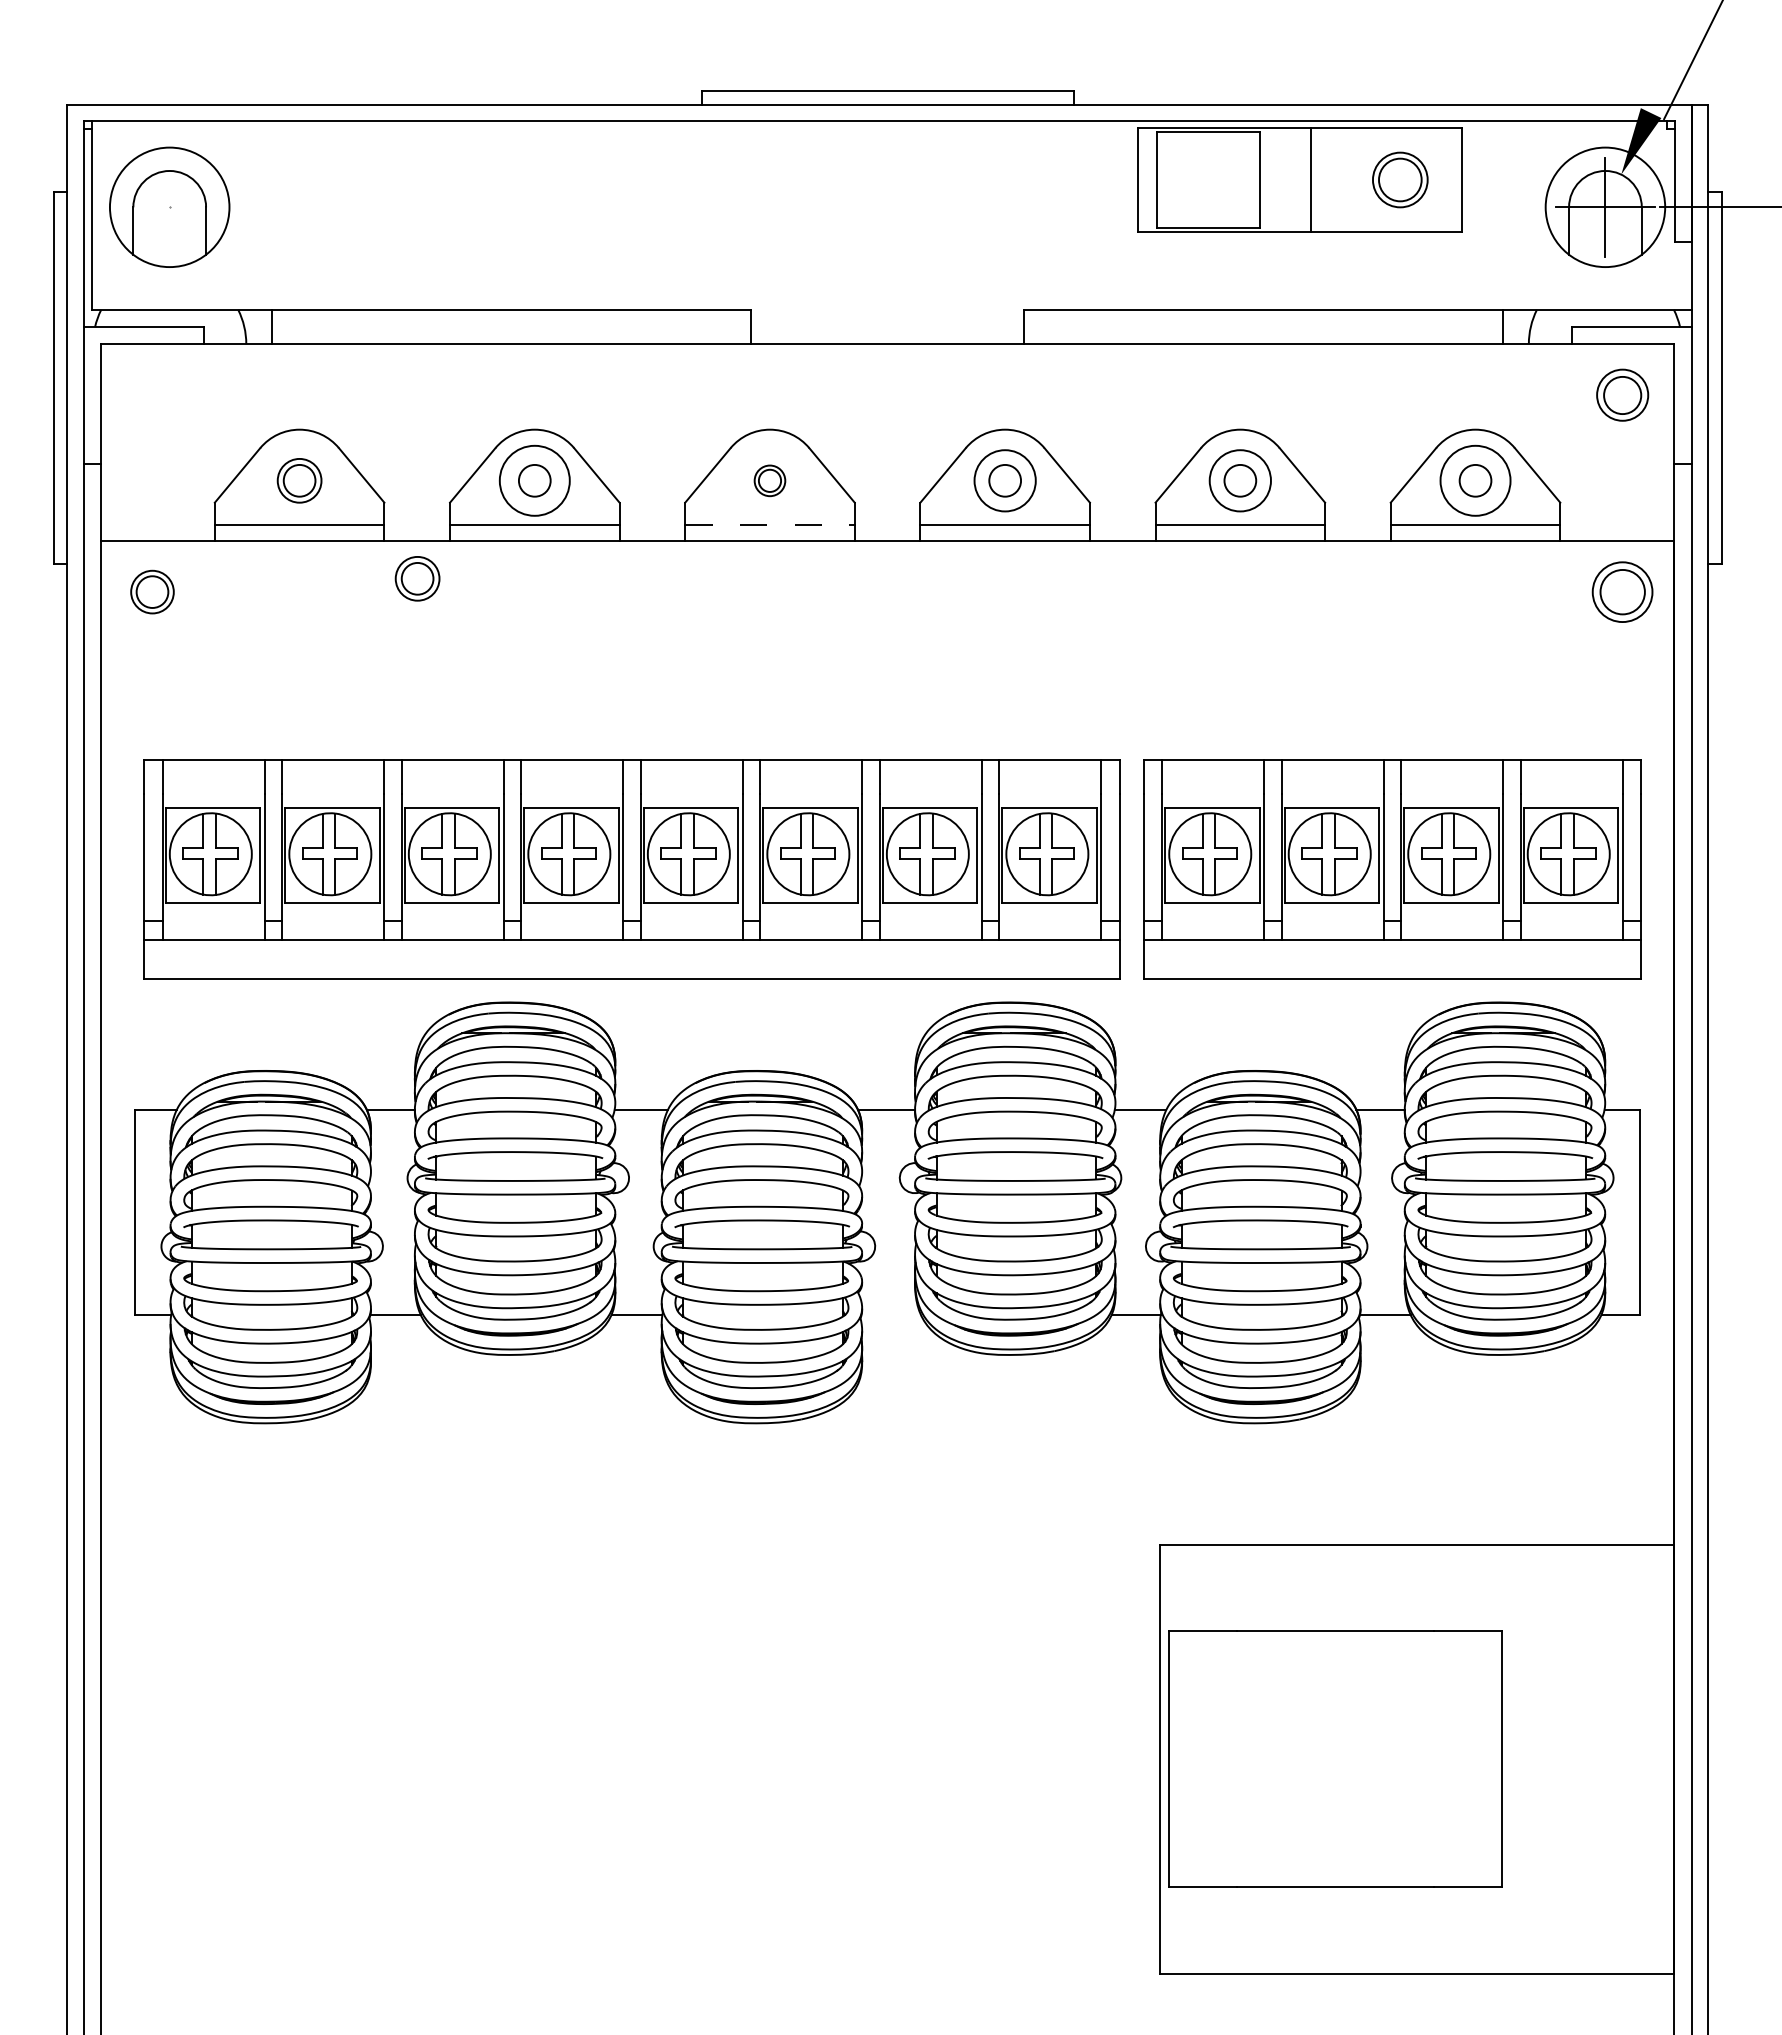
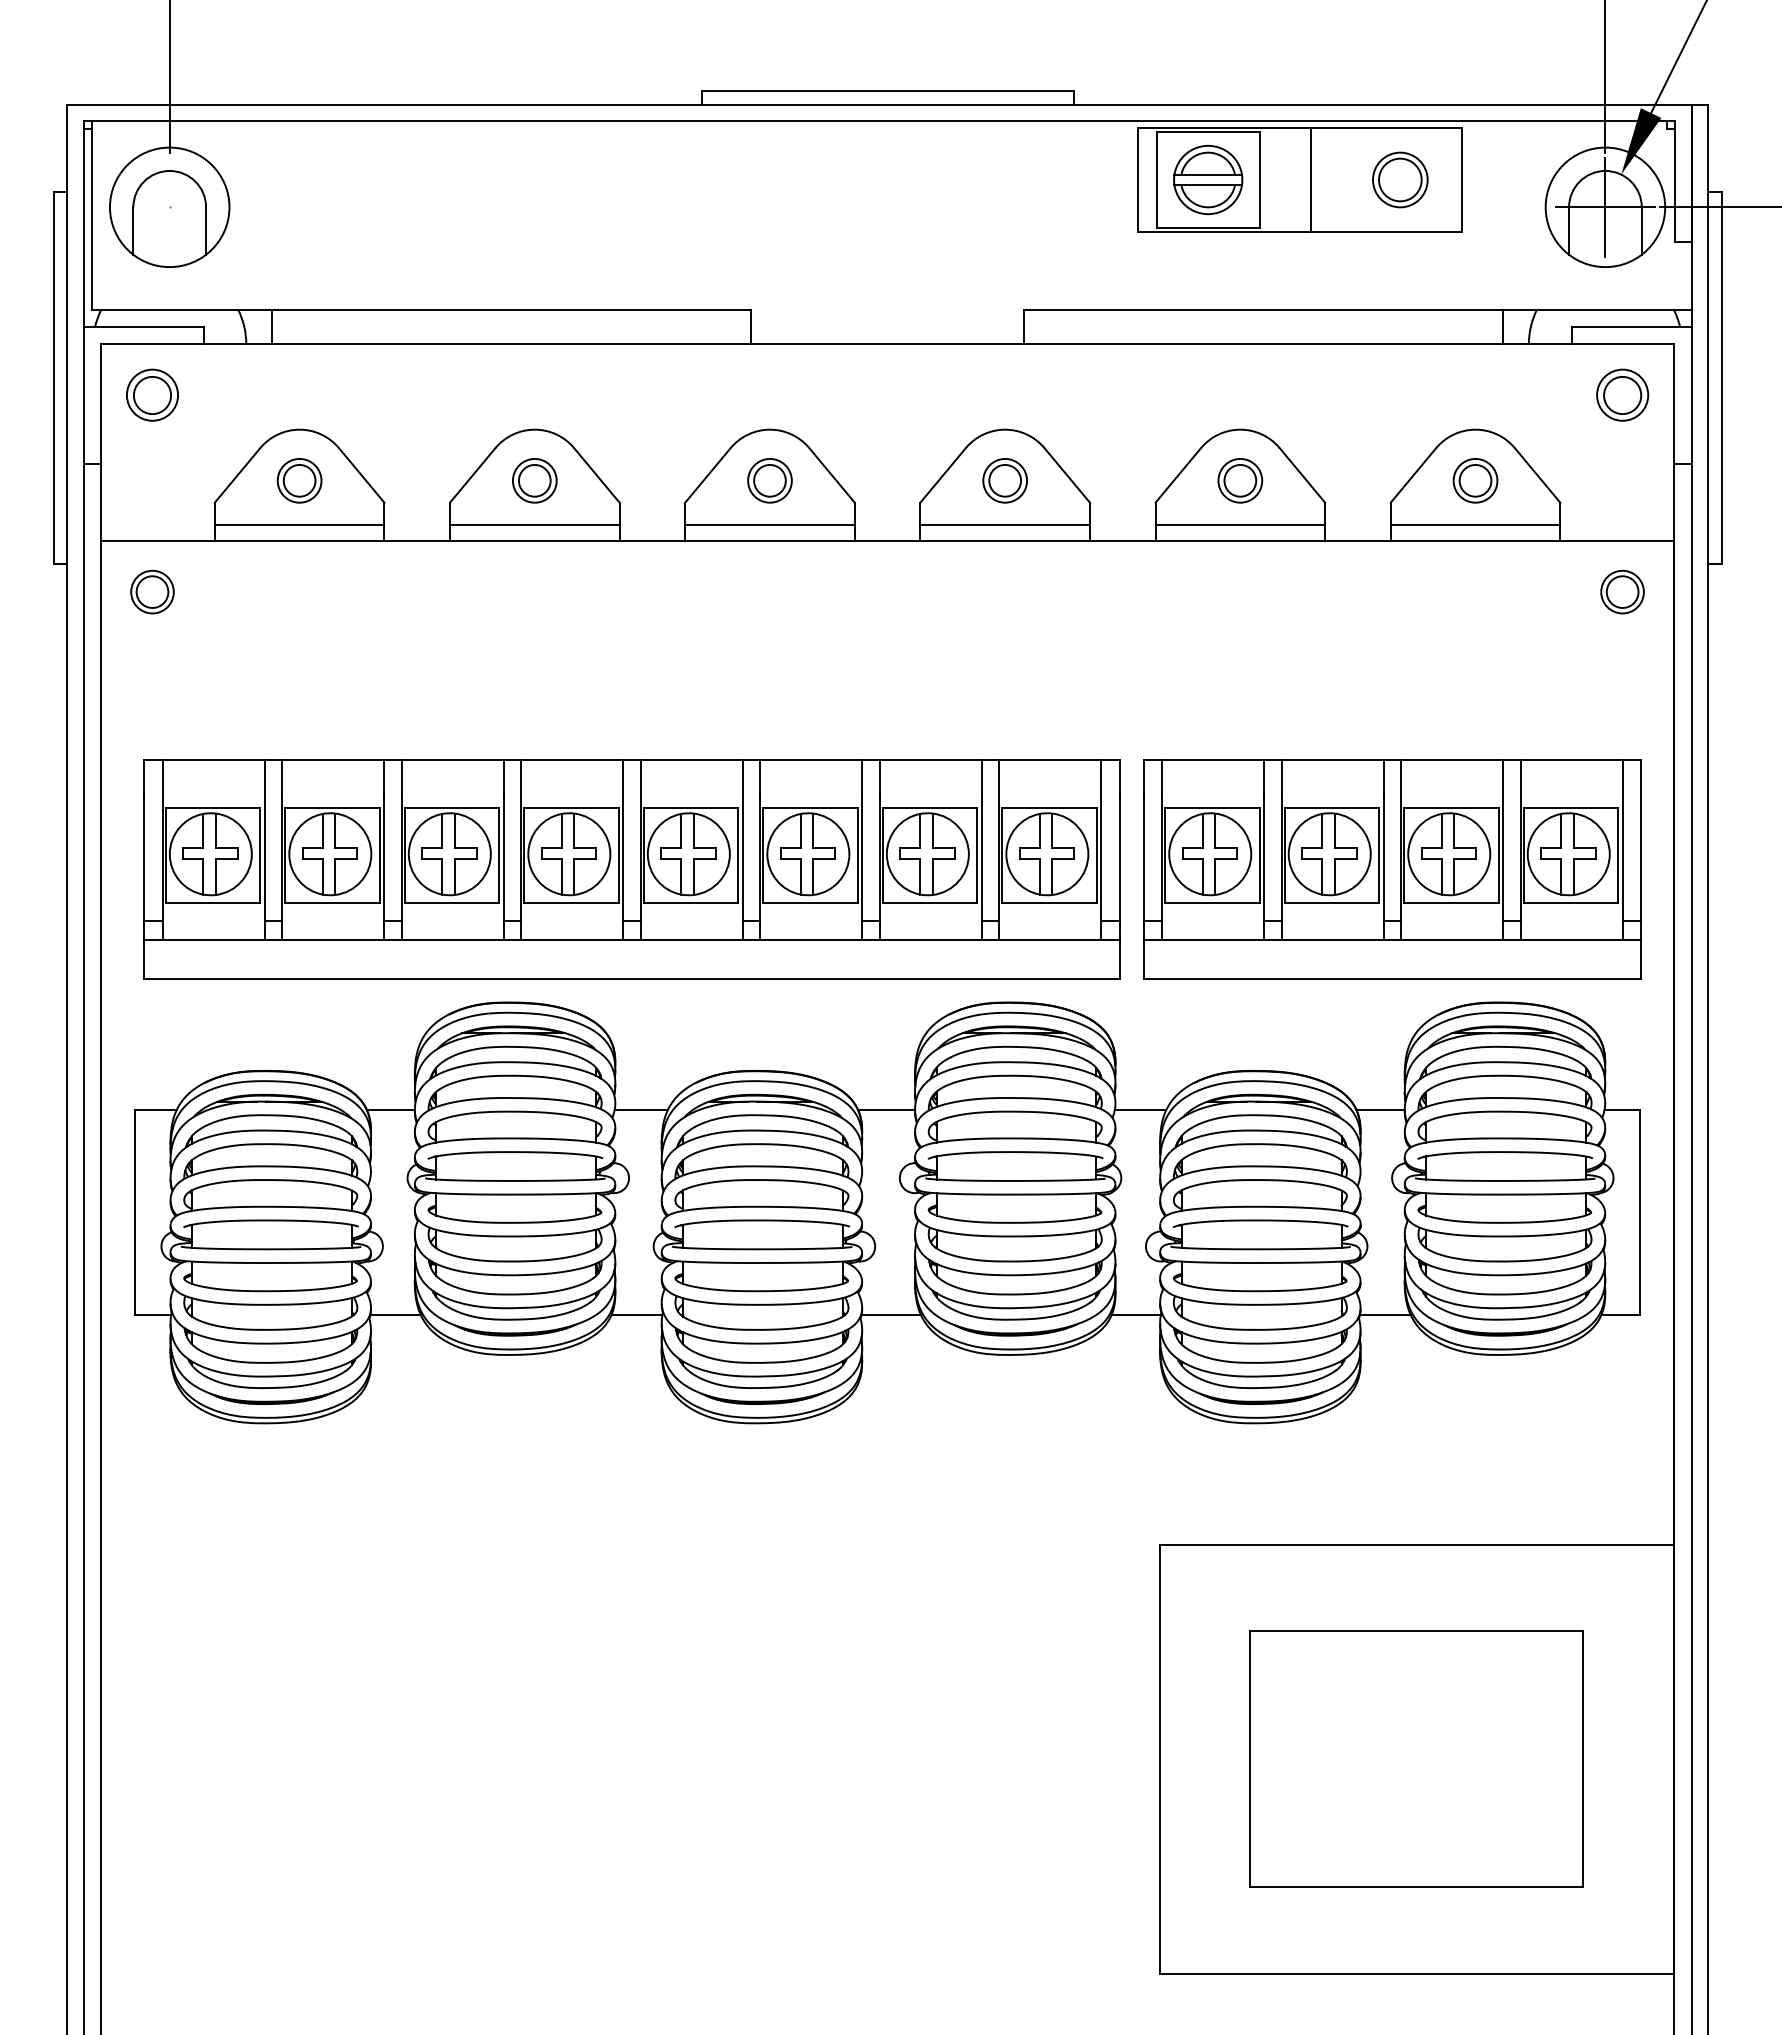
line at (1692, 60) position: (1692, 60) -> (1678, 57)
line at (169, 77): none -> present
line at (1605, 77): none -> present
part at (1208, 179): none -> present
part at (152, 394): none -> present
circle at (534, 480) diameter: 70 px -> 44 px
part at (769, 480) size: 34x34 px -> 46x46 px
circle at (1004, 480) diameter: 61 px -> 44 px
circle at (1239, 480) diameter: 61 px -> 44 px
circle at (1475, 480) diameter: 70 px -> 44 px
line at (769, 524): dashed -> solid
part at (417, 578): present -> none
part at (1622, 591) size: 63x62 px -> 45x46 px
line at (890, 1314): none -> present
part at (1335, 1758) position: (1335, 1758) -> (1416, 1758)
